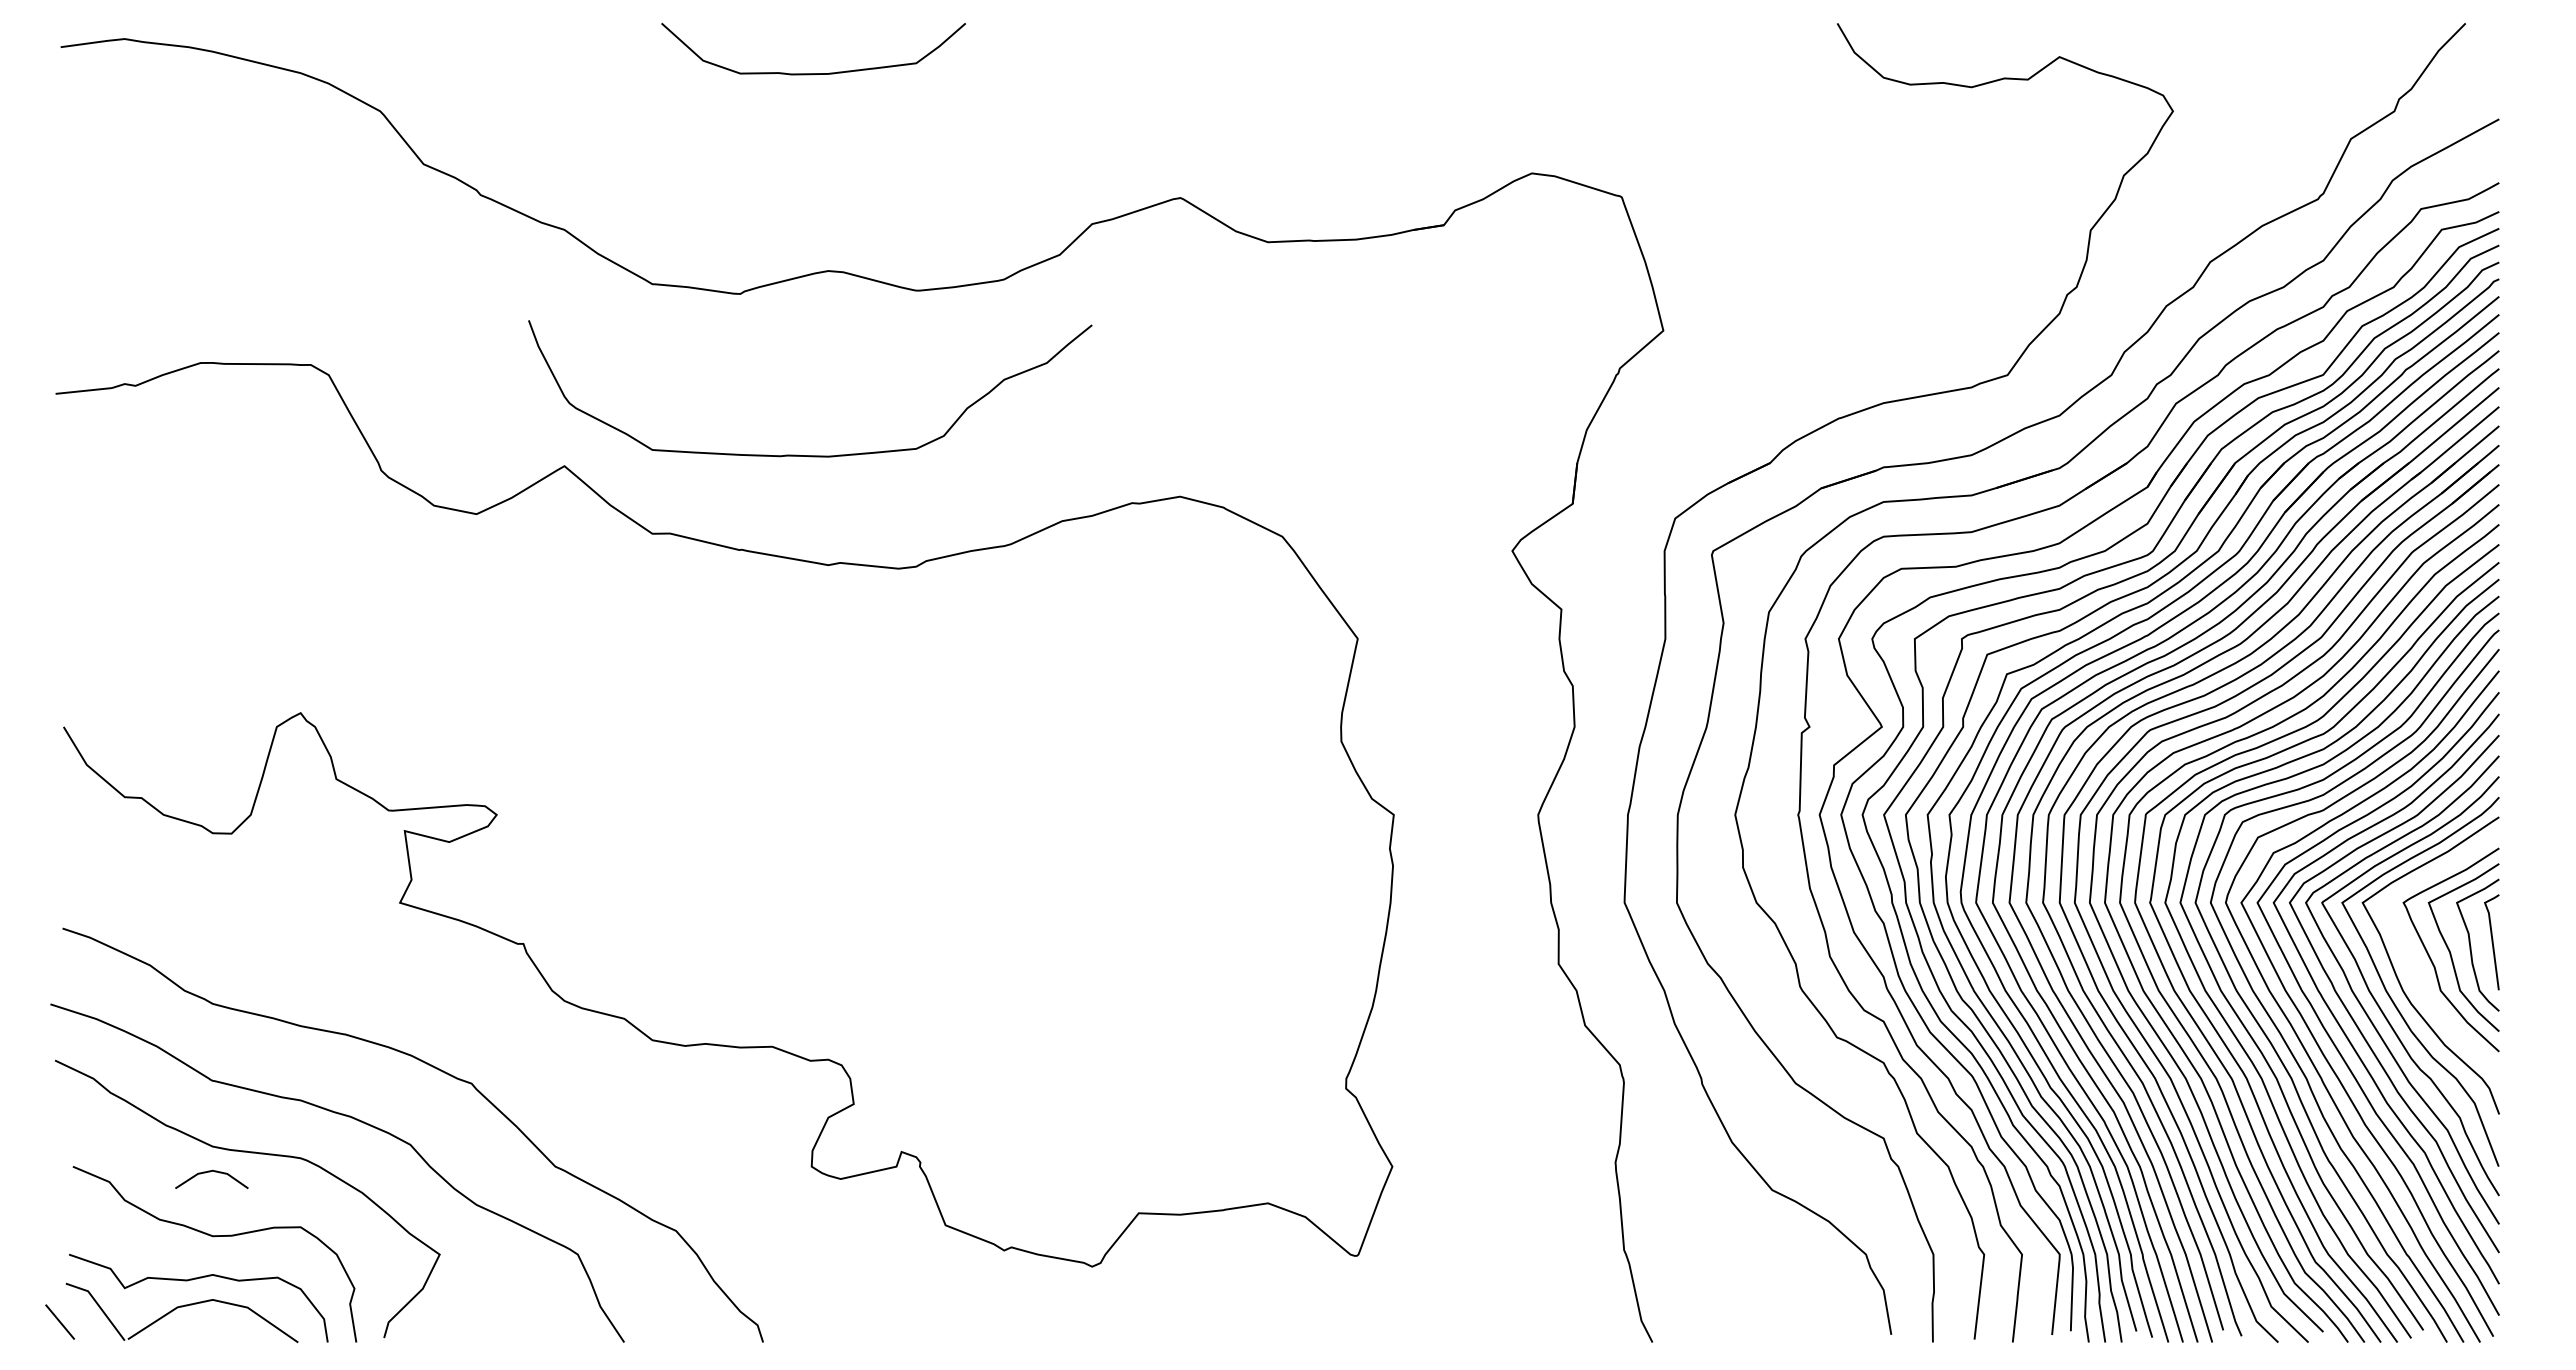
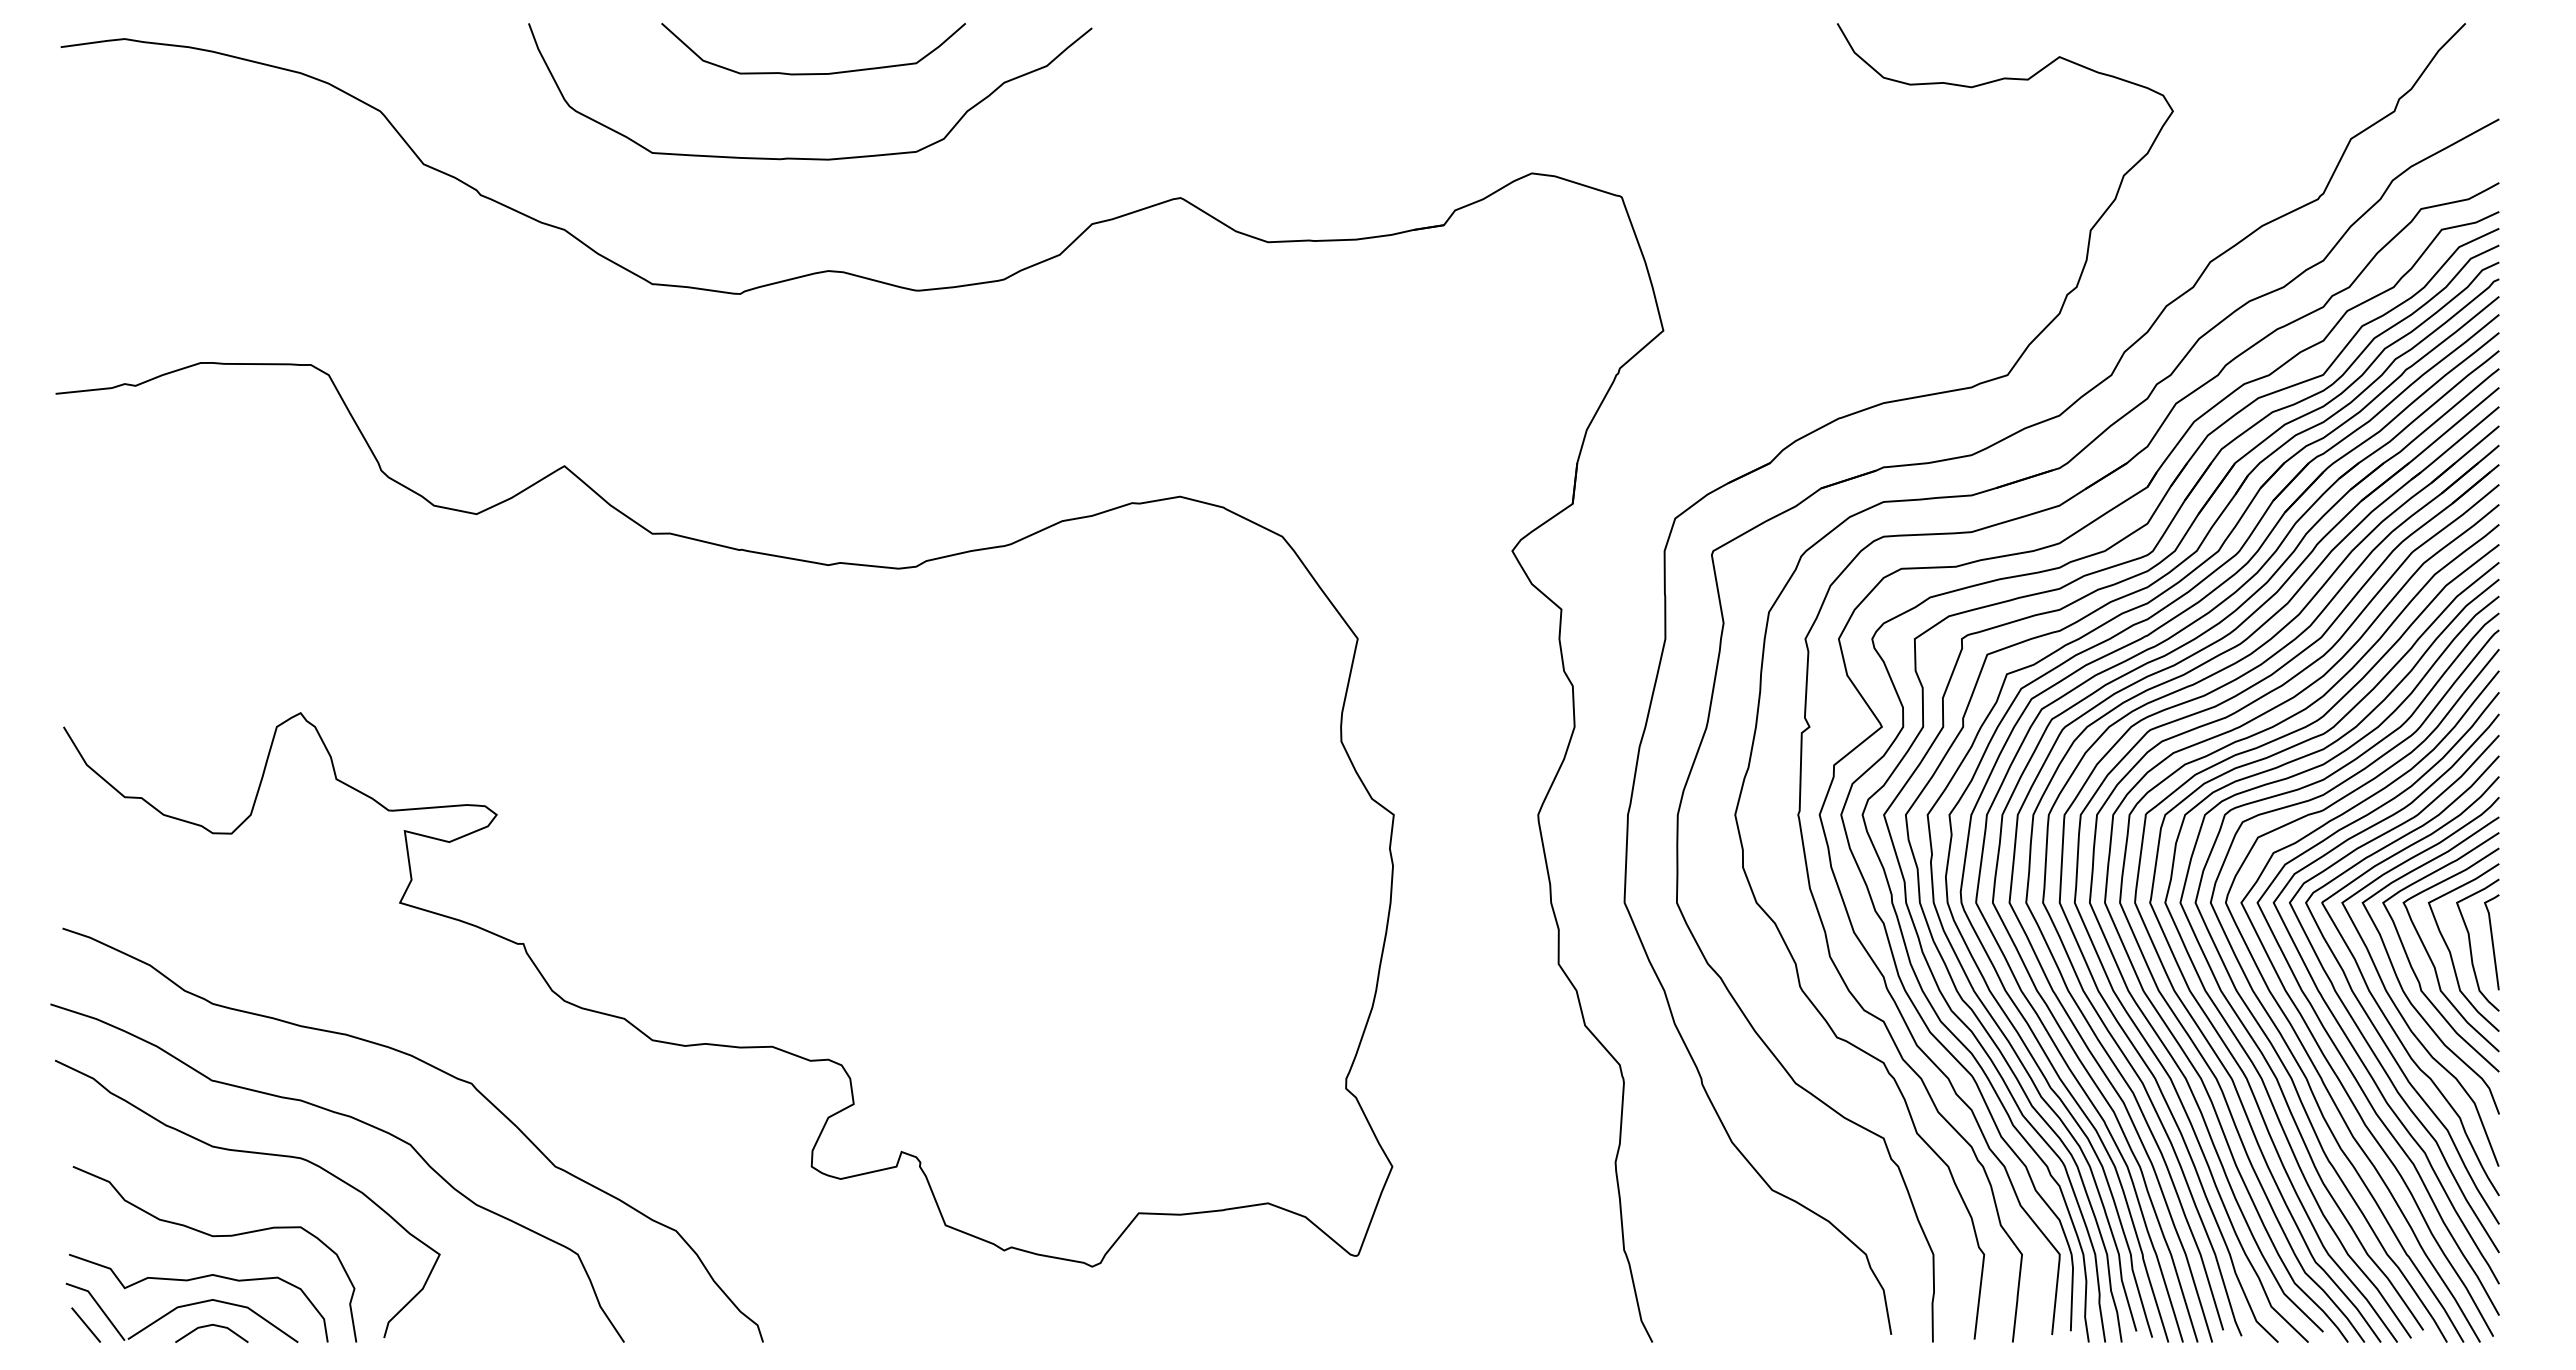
curve at (810, 455) position: (810, 455) -> (810, 158)
curve at (2412, 966): none -> present
line at (210, 1172) position: (210, 1172) -> (210, 1326)
line at (59, 1321) position: (59, 1321) -> (85, 1324)
